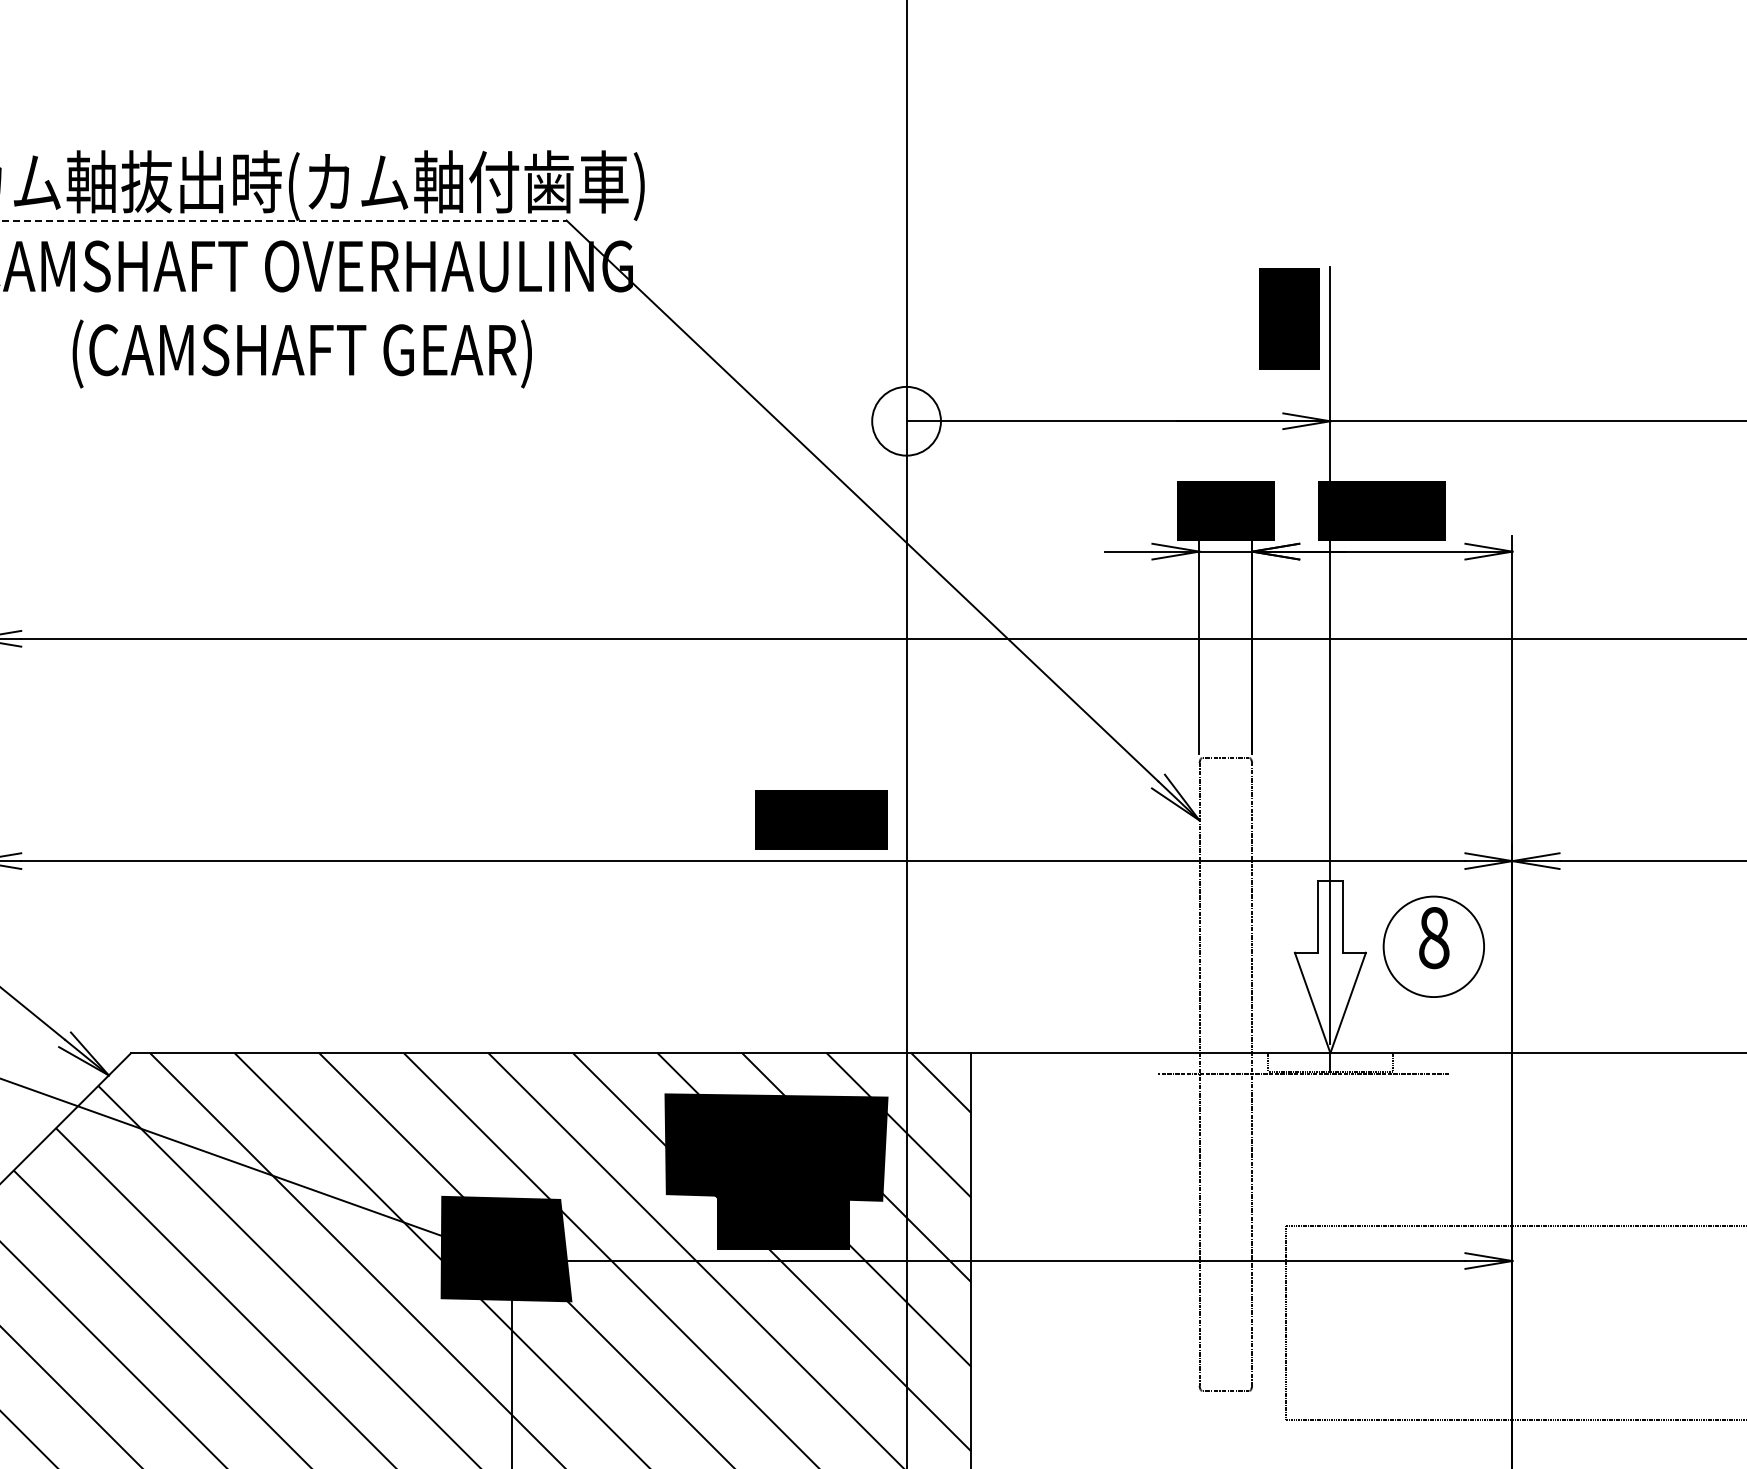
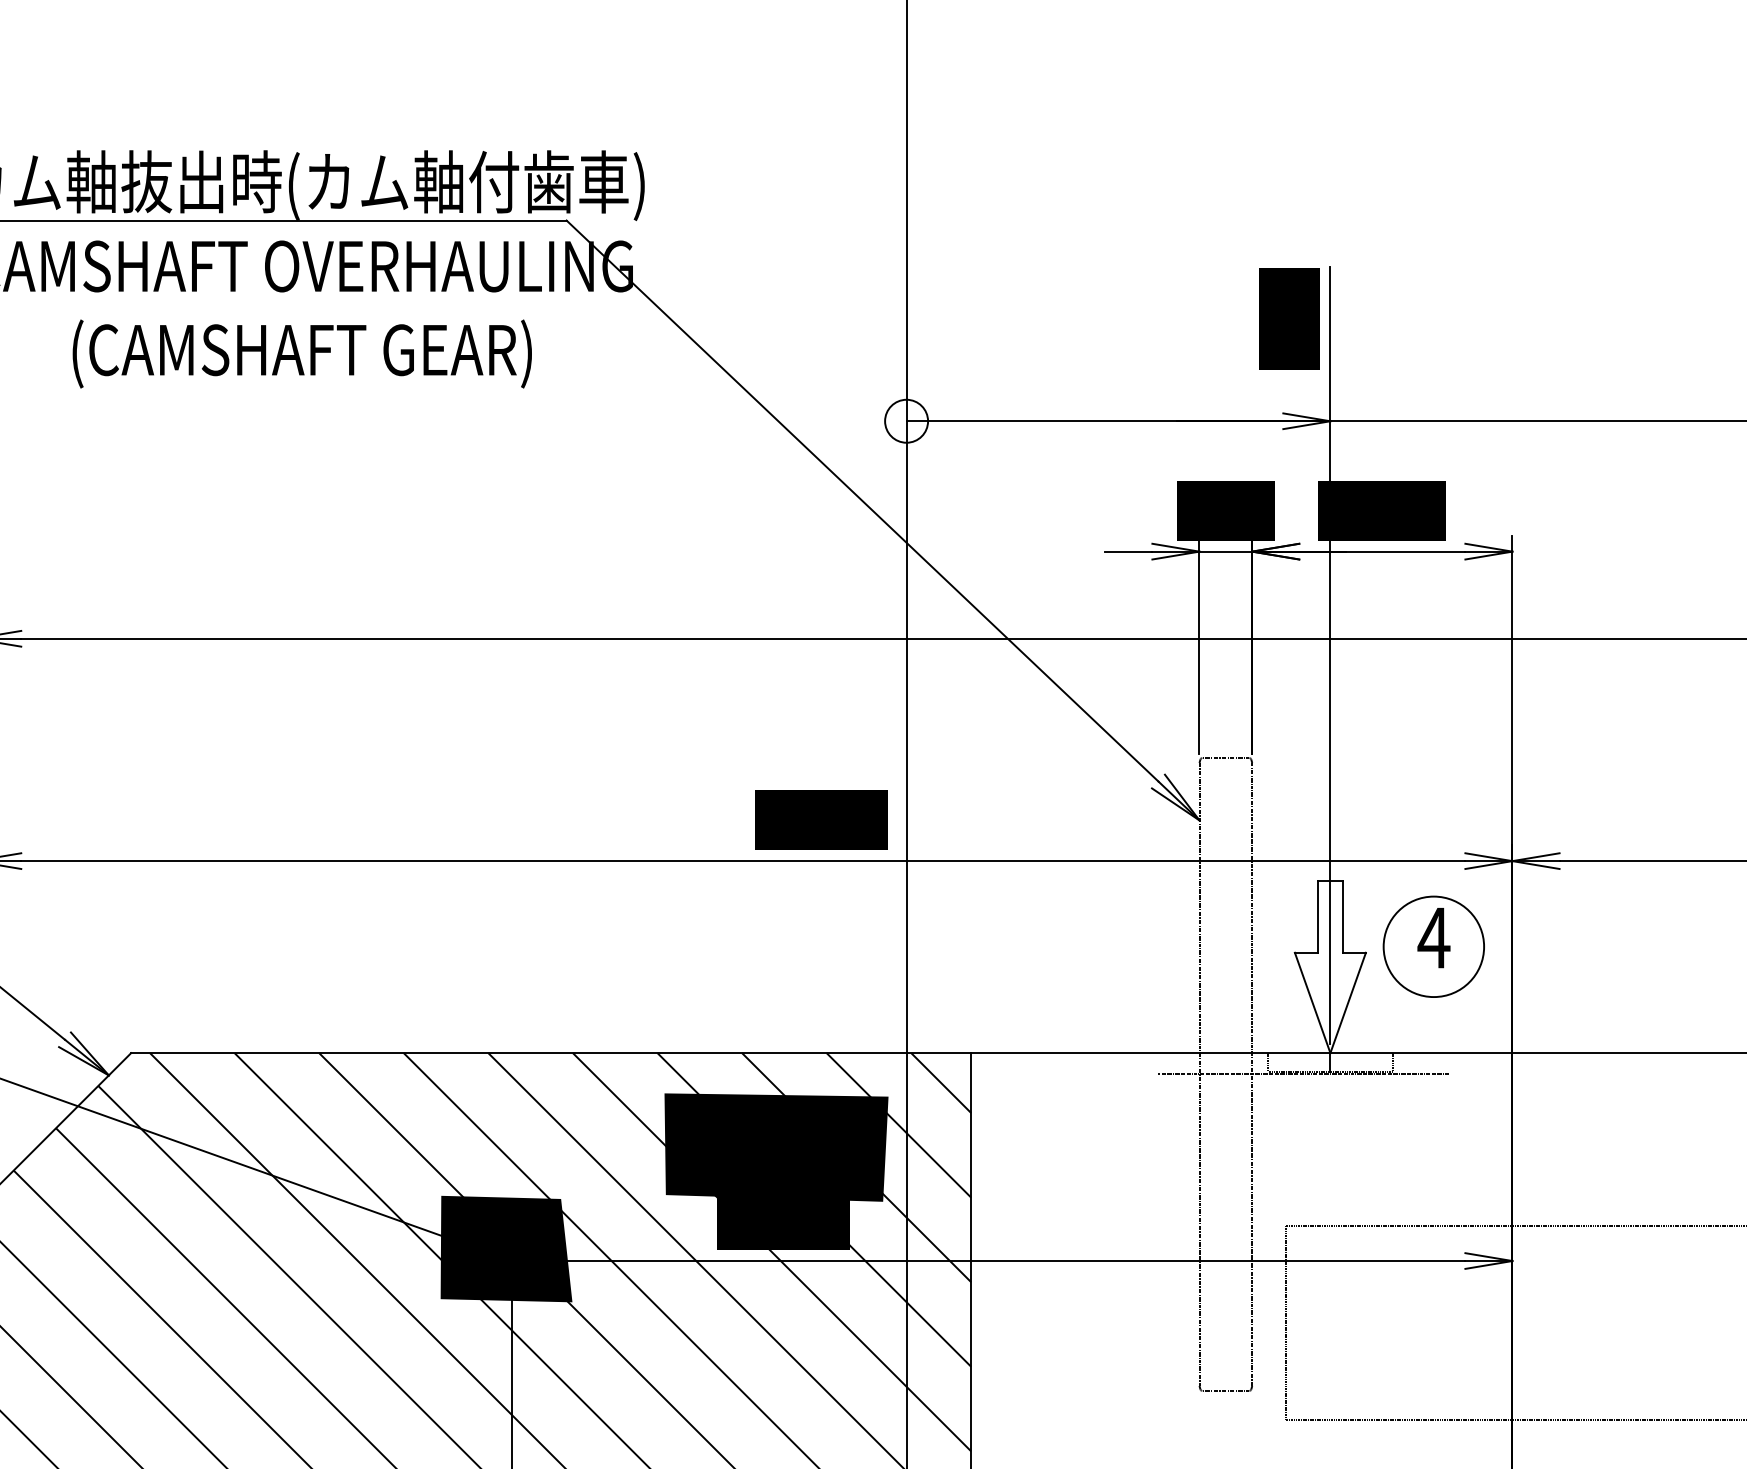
line at (283, 220): dashed -> solid
circle at (906, 420) diameter: 69 px -> 43 px
text at (1433, 938): 8 -> 4
